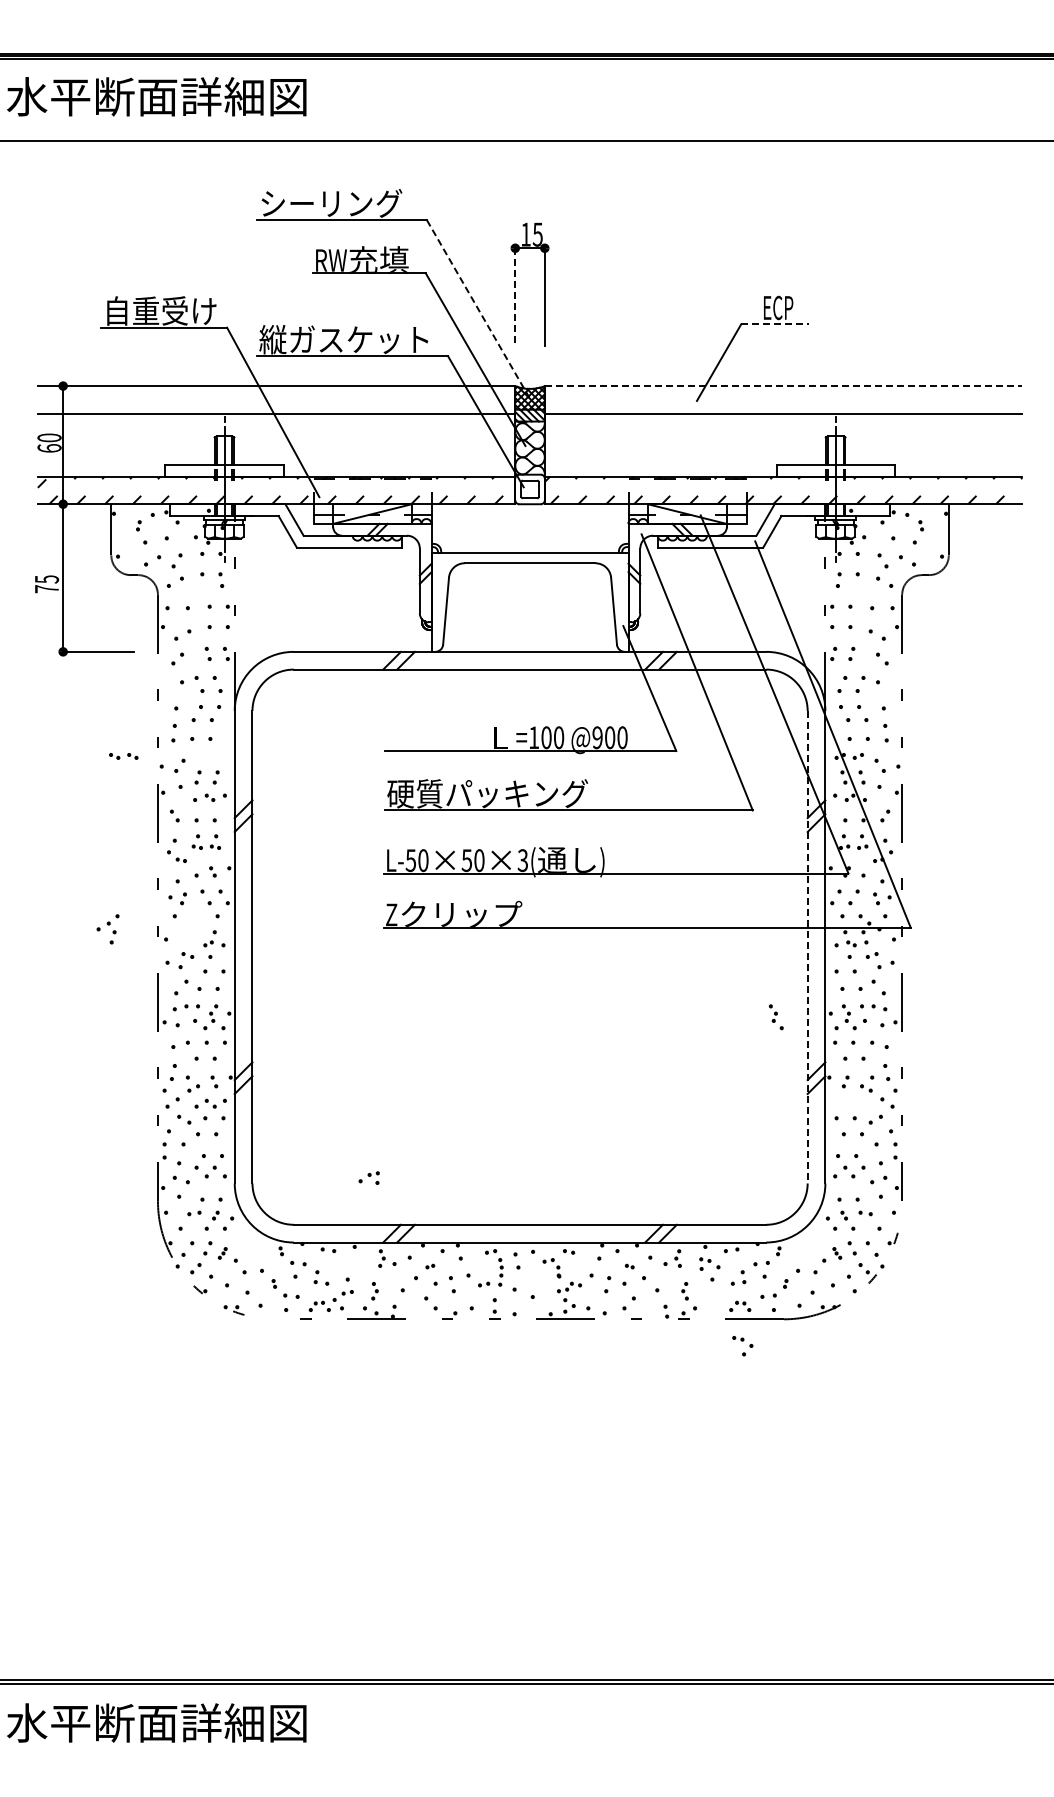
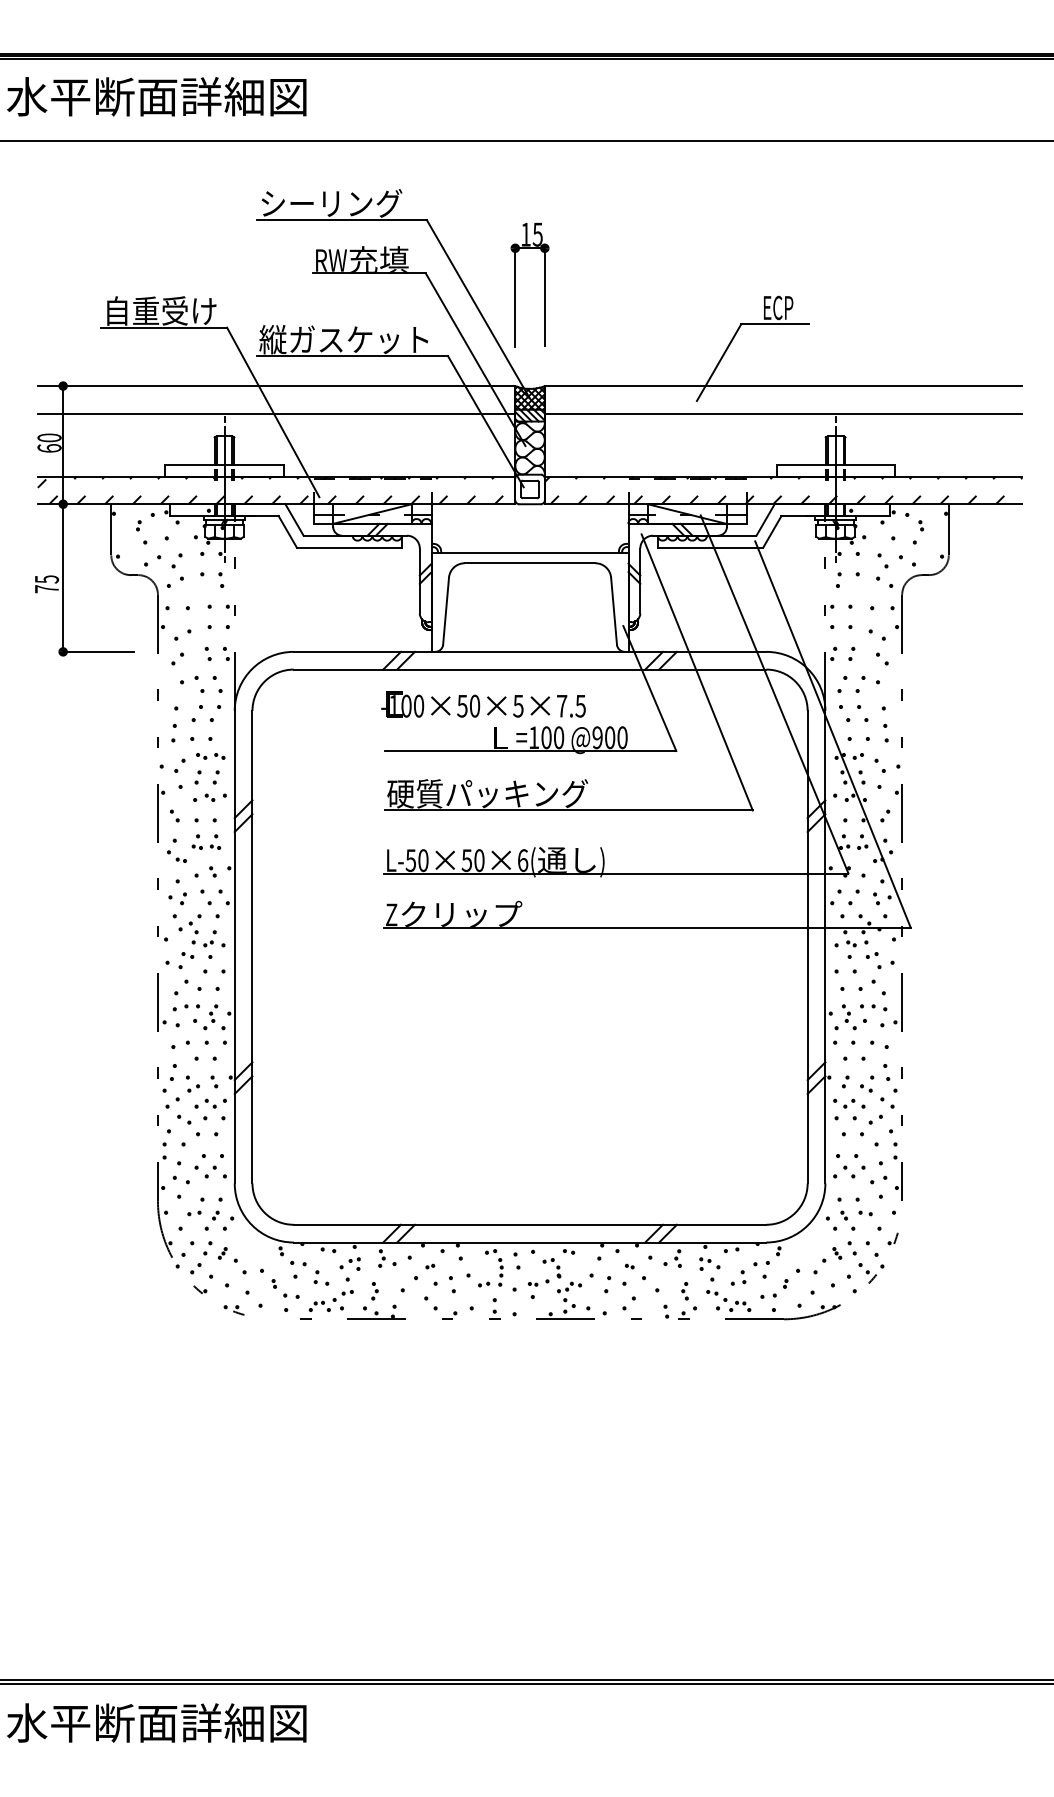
line at (515, 297): dashed -> solid
line at (478, 309): dashed -> solid
line at (775, 324): dashed -> solid
line at (783, 386): dashed -> solid
part at (483, 704): none -> present
part at (123, 756) position: (123, 756) -> (210, 756)
text at (522, 860): 3( -> 6(
part at (107, 929) position: (107, 929) -> (189, 929)
line at (807, 947): dashed -> solid
part at (775, 1017): present -> none
part at (849, 1103): none -> present
part at (368, 1177) position: (368, 1177) -> (349, 1263)
part at (538, 1282): none -> present
part at (742, 1346) position: (742, 1346) -> (716, 1300)
